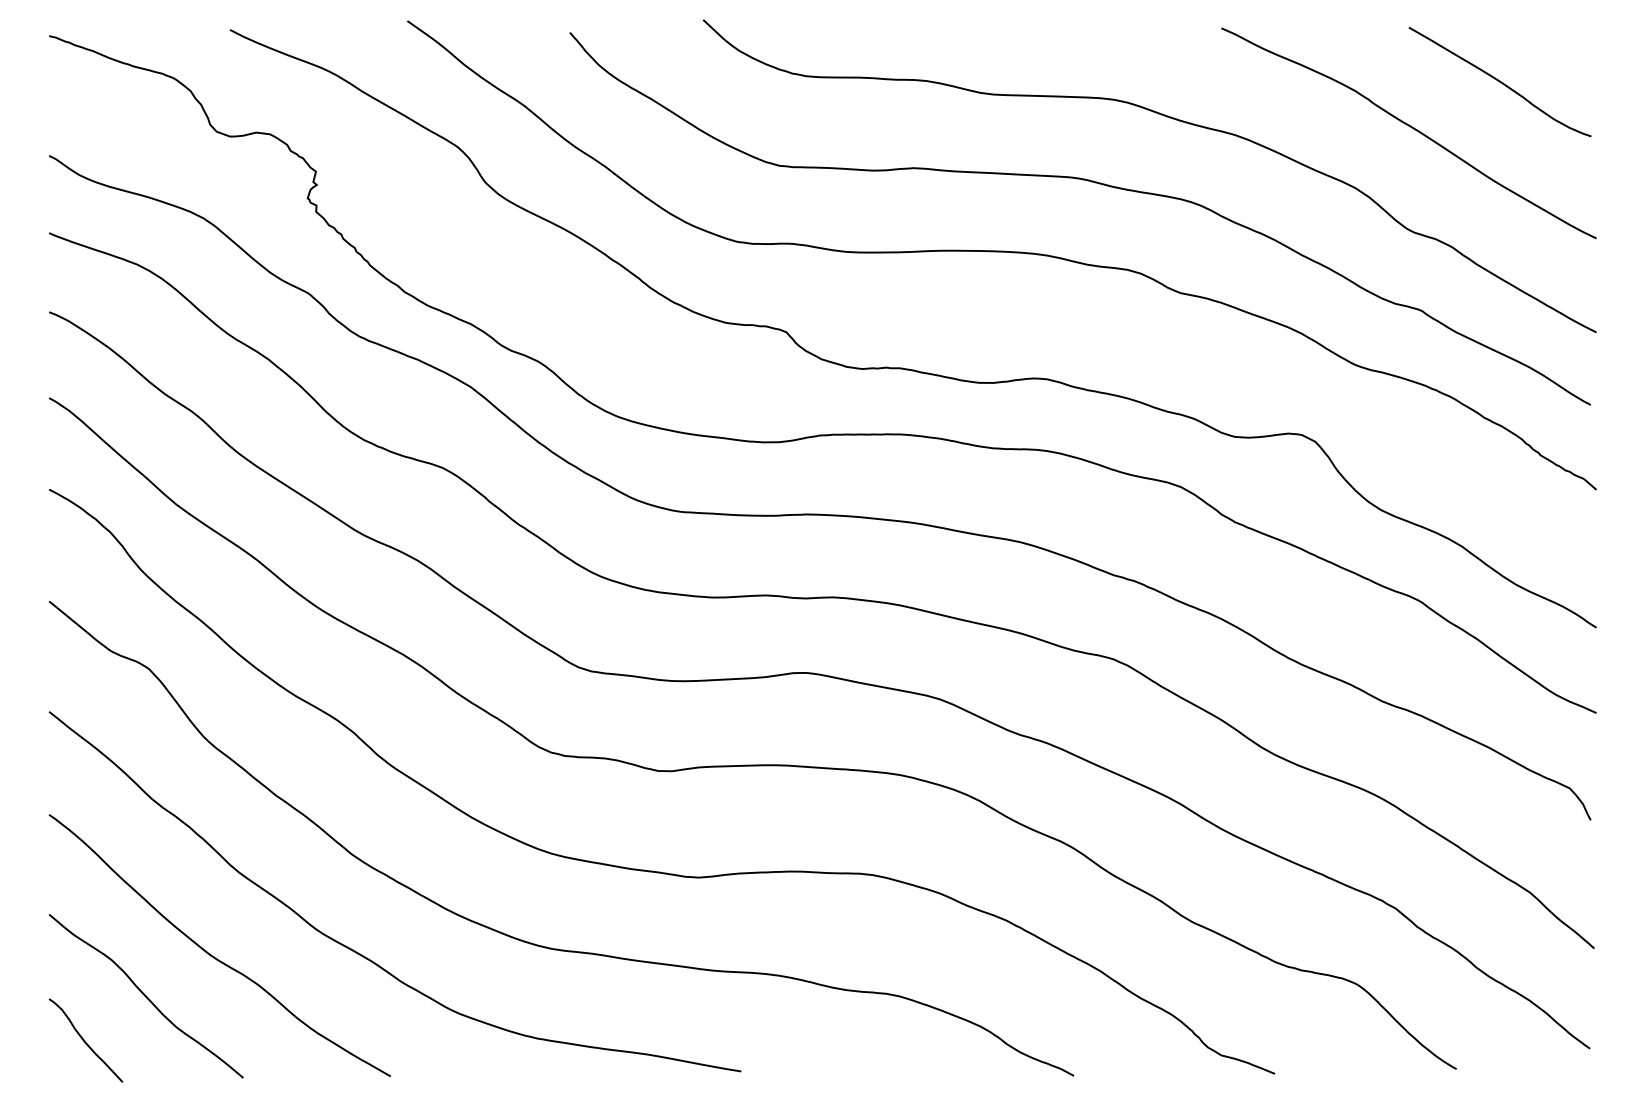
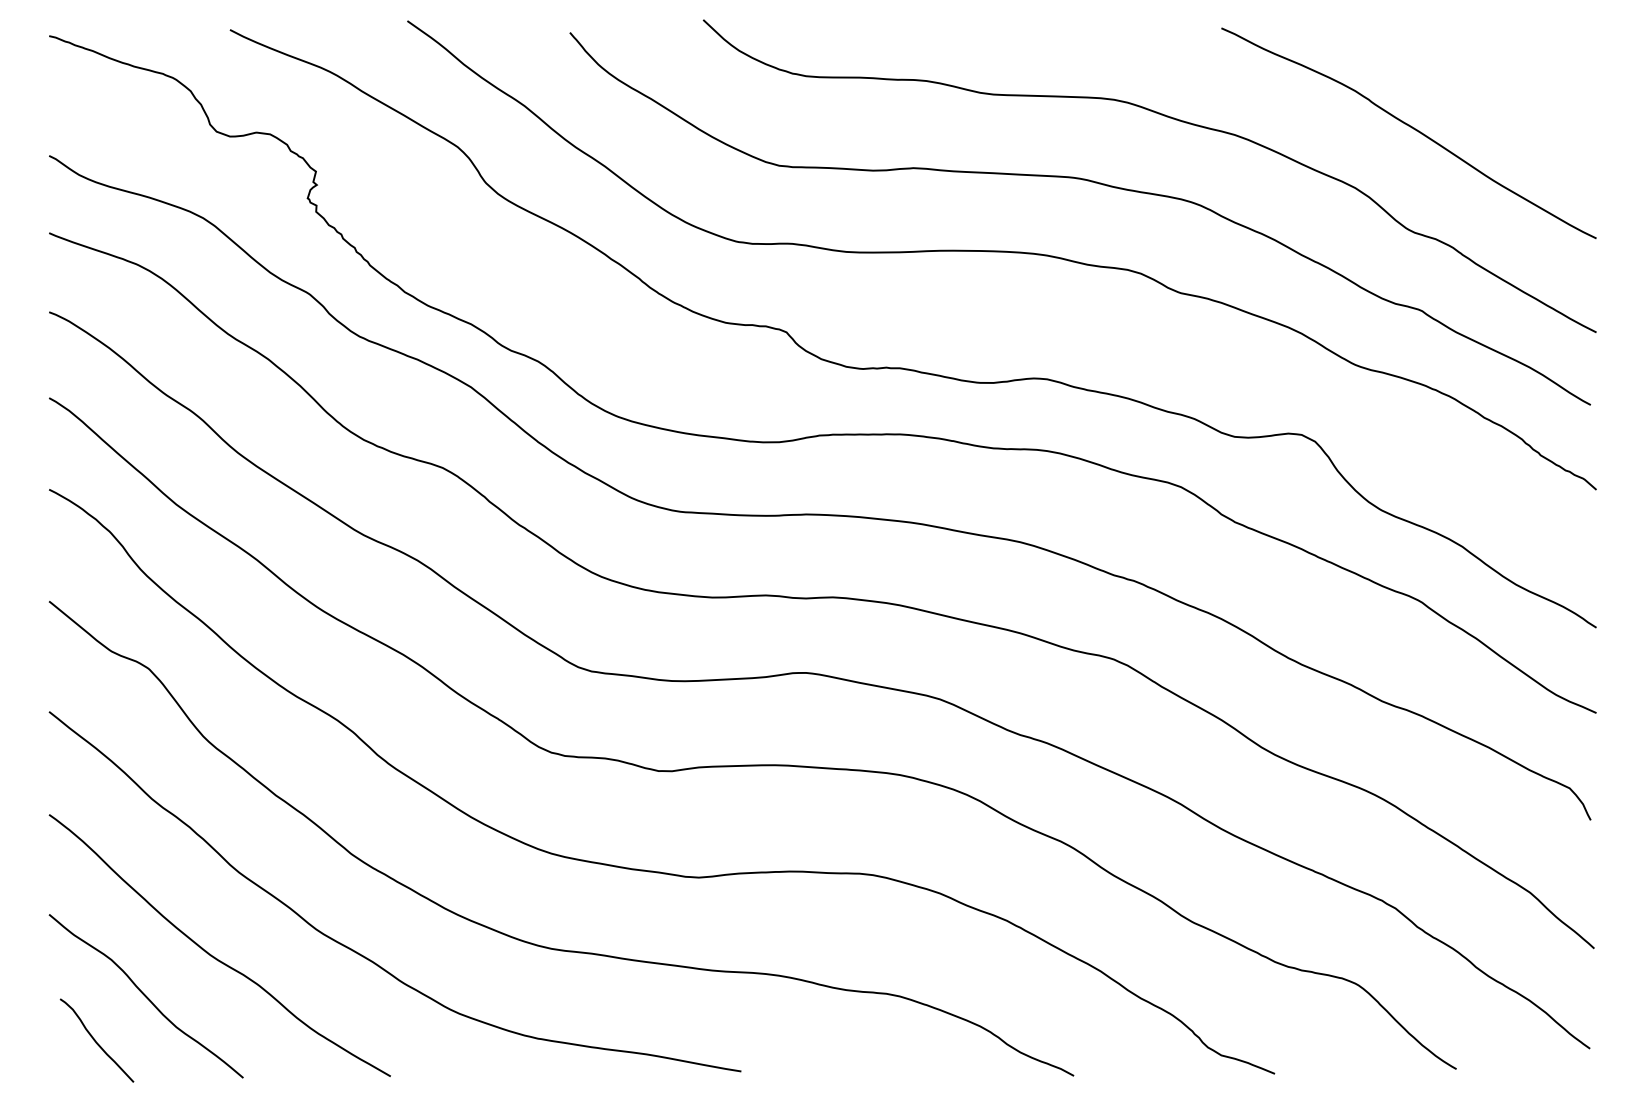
curve at (1499, 82): present -> none
curve at (84, 1040) position: (84, 1040) -> (95, 1040)
